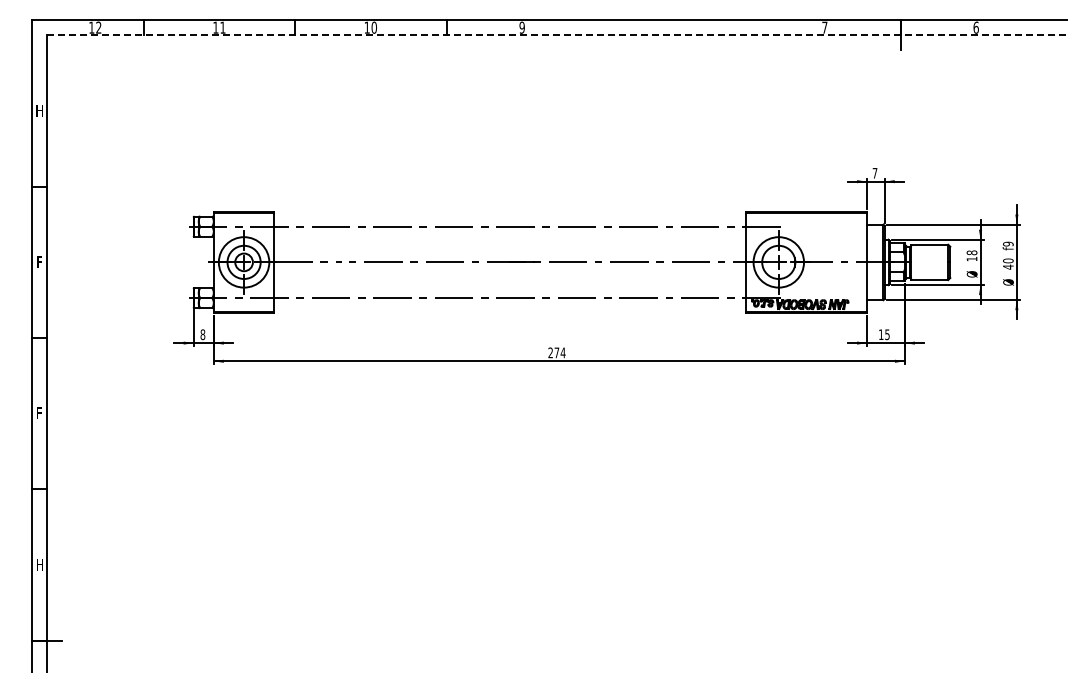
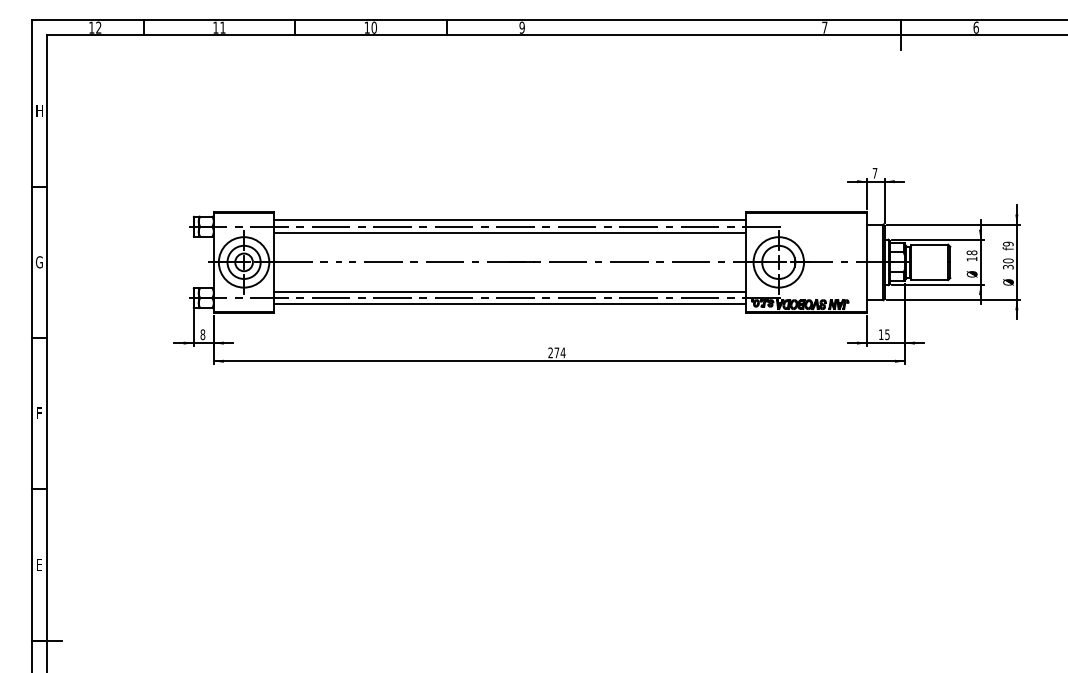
line at (557, 35): dashed -> solid
line at (510, 220): none -> present
line at (510, 233): none -> present
text at (38, 262): F -> G
text at (1008, 266): 40 -> 30
line at (510, 291): none -> present
line at (510, 304): none -> present
text at (40, 564): H -> E
